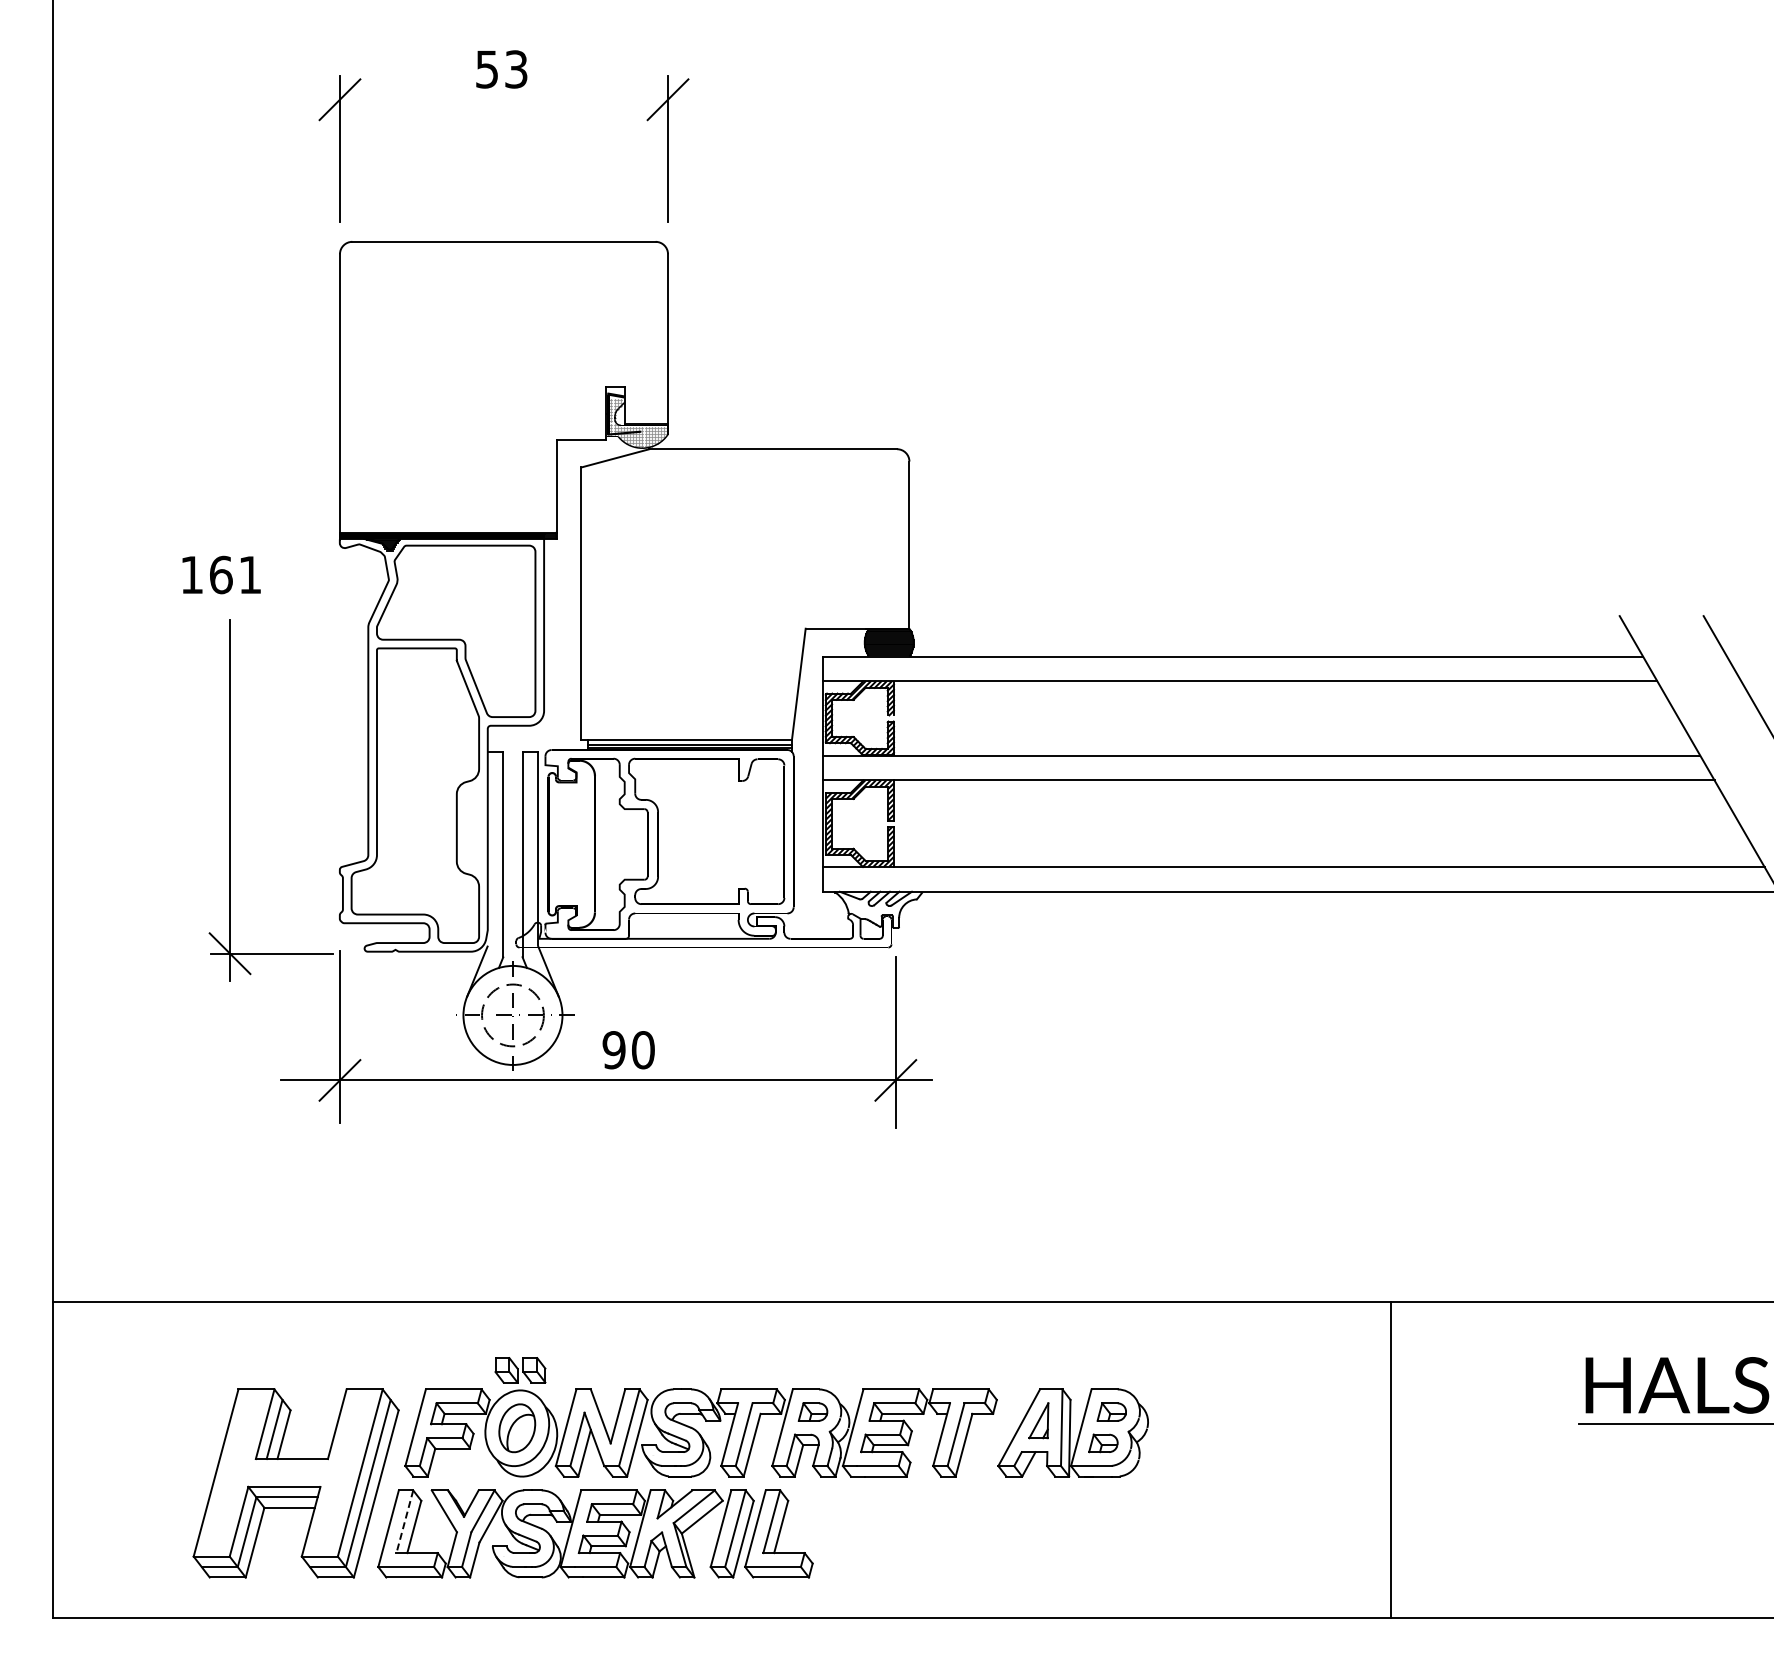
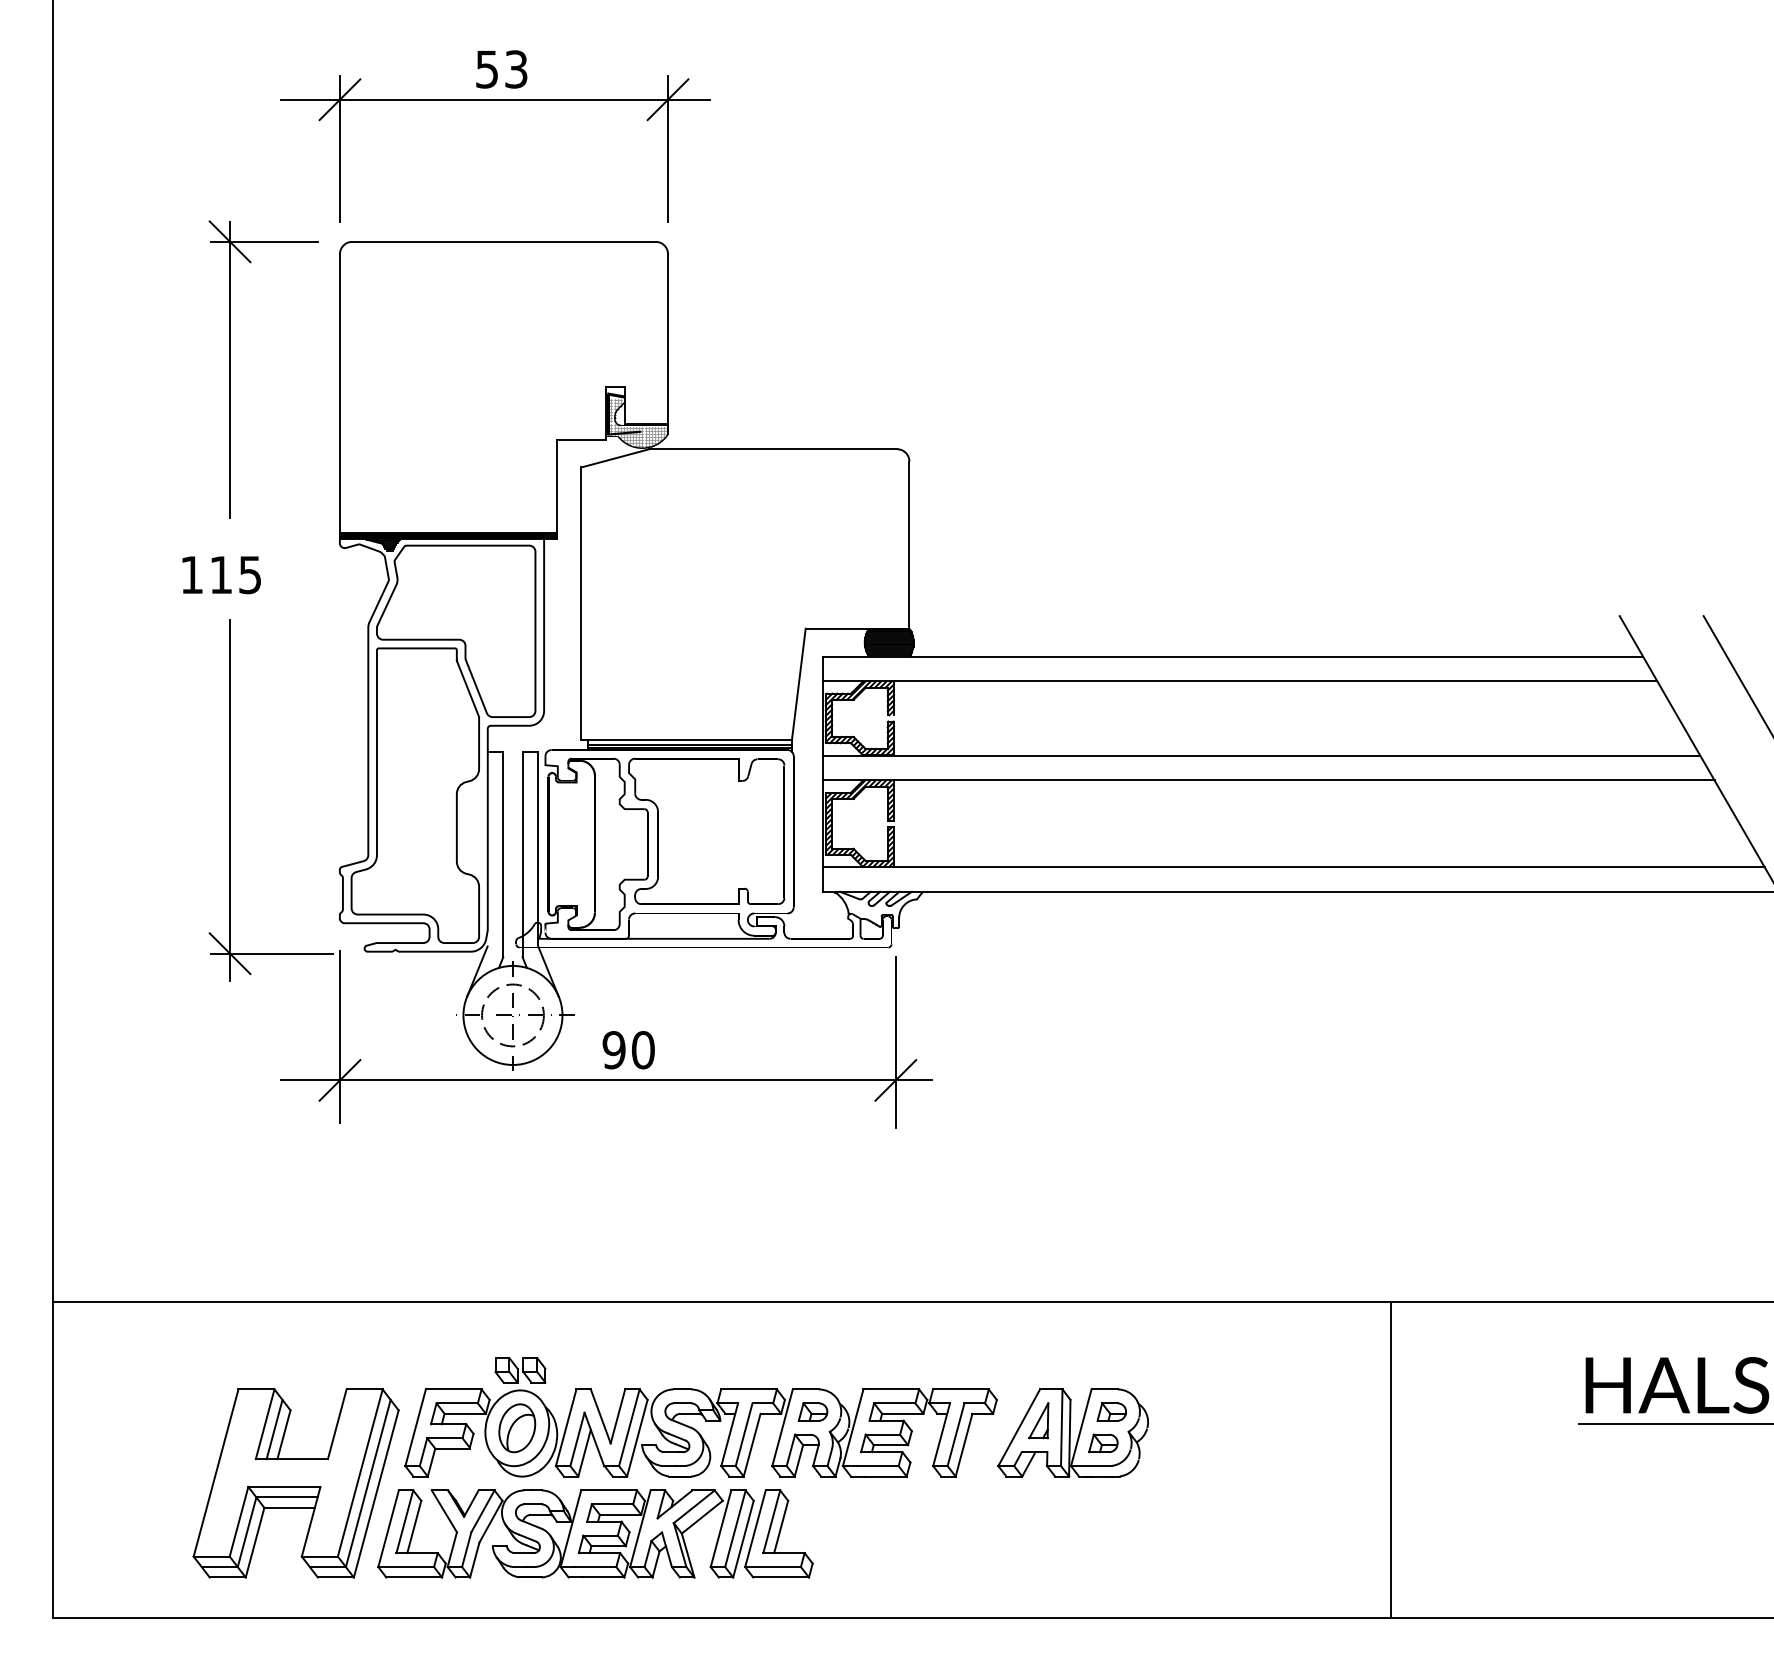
line at (495, 99): none -> present
part at (230, 369): none -> present
text at (235, 574): 161 -> 115
line at (404, 1522): dashed -> solid
